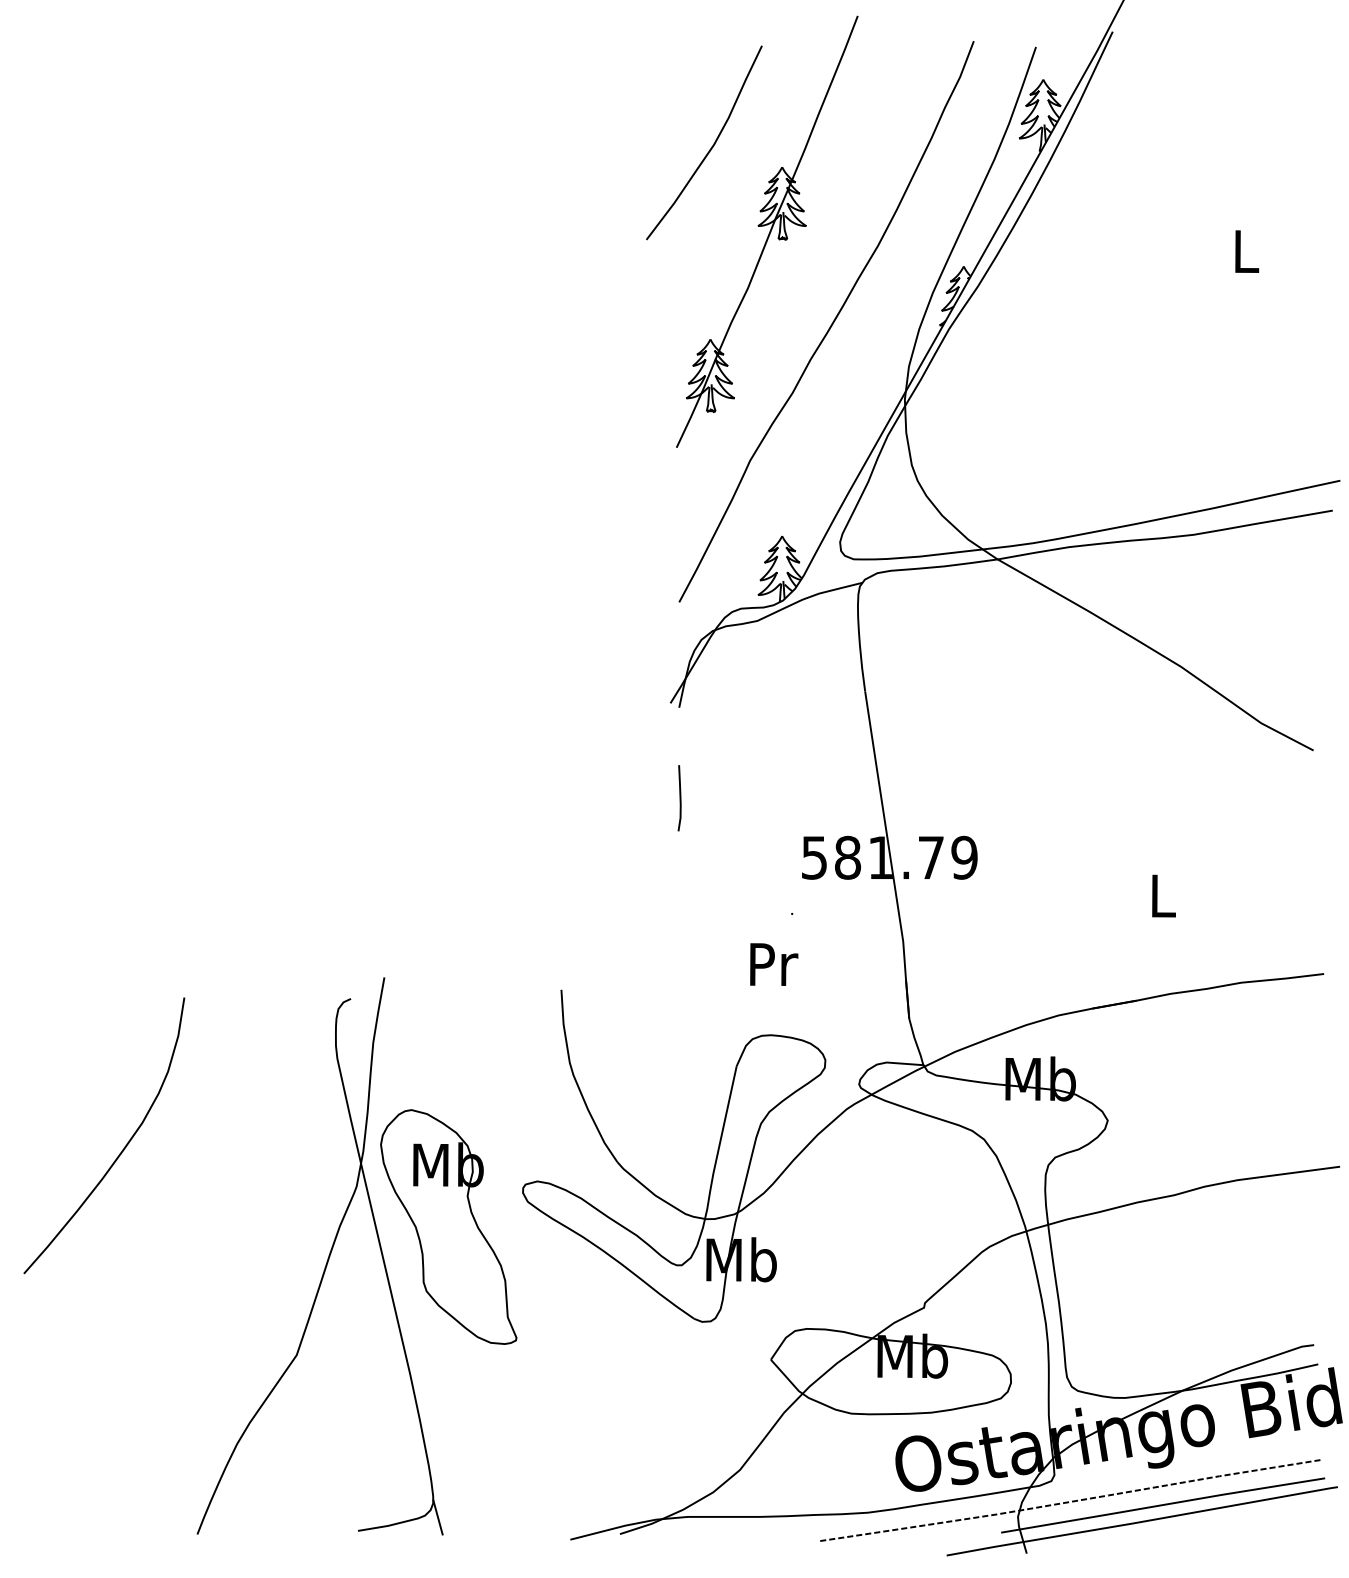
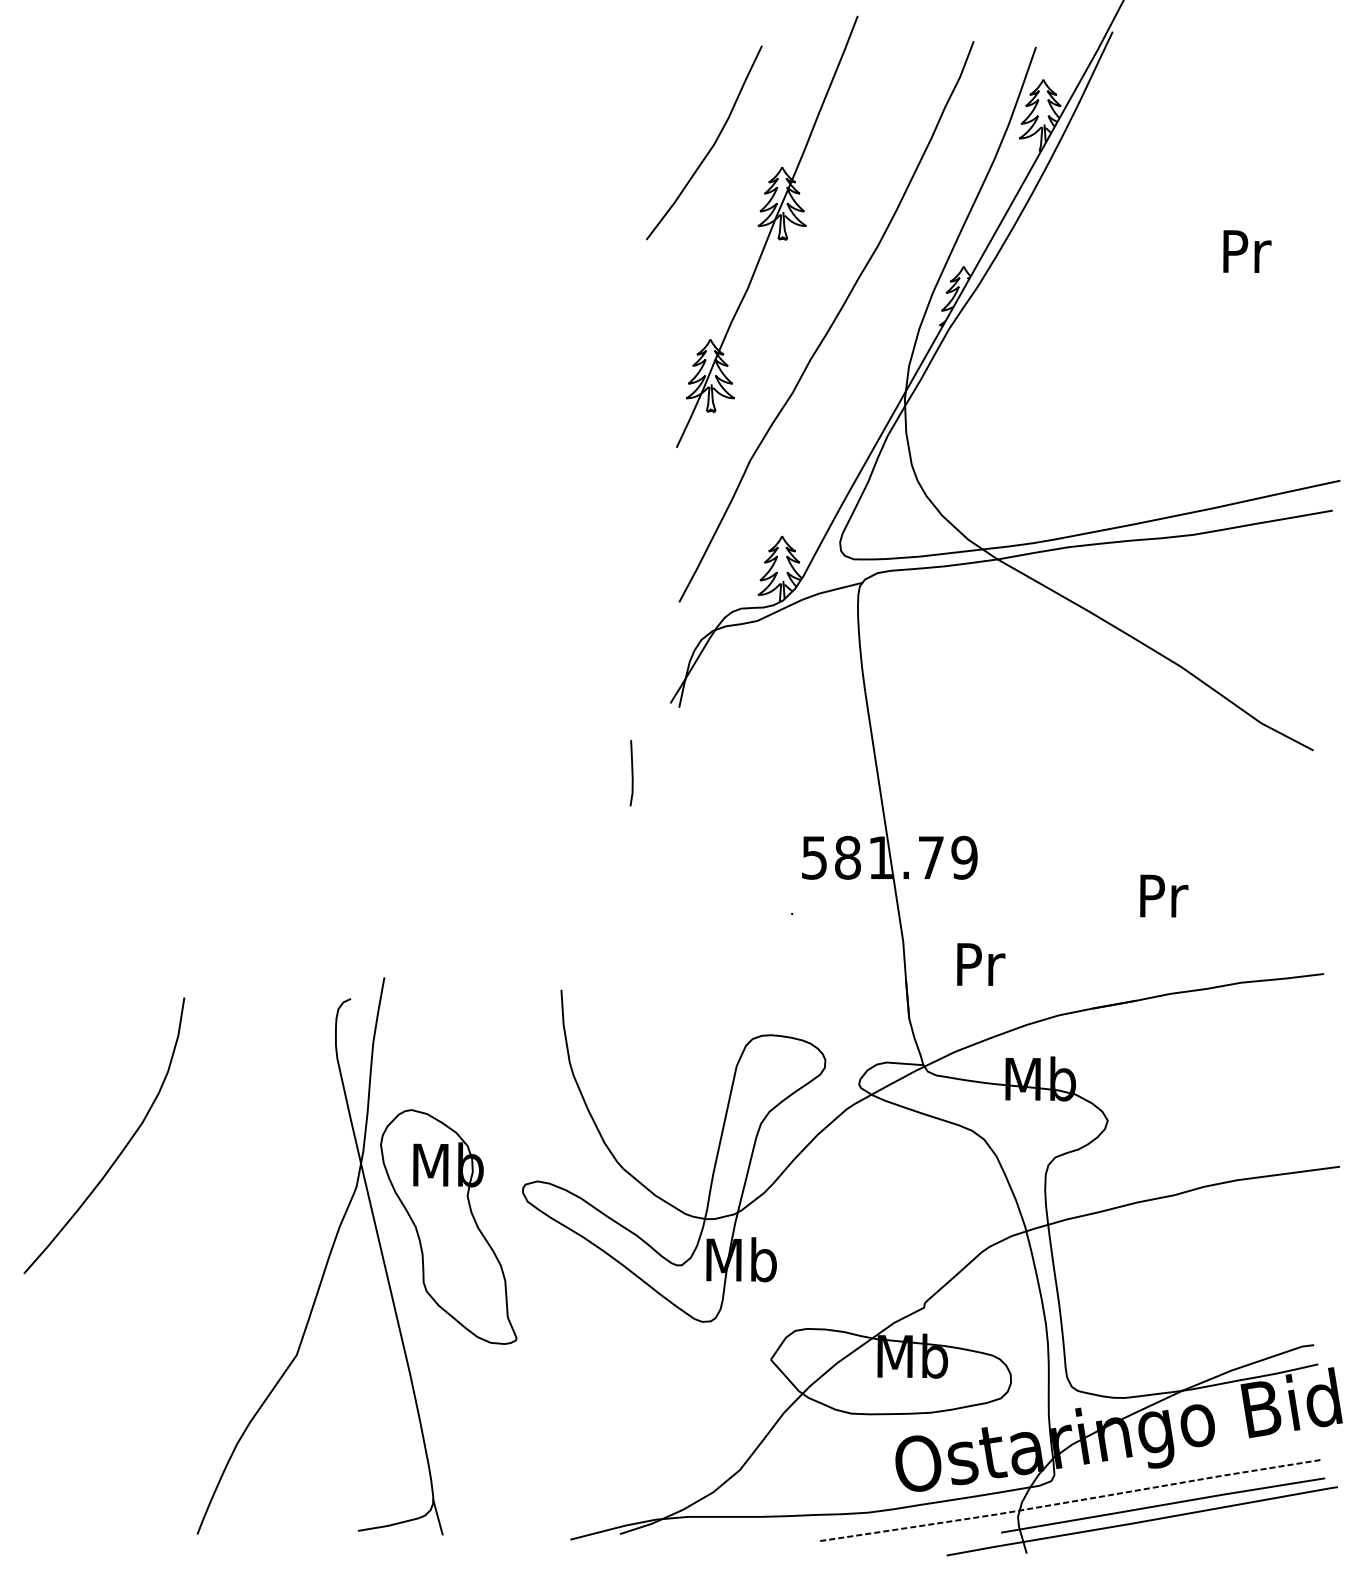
text at (1247, 251): L -> Pr
line at (679, 798) position: (679, 798) -> (631, 773)
text at (1164, 895): L -> Pr
text at (774, 964) position: (774, 964) -> (981, 964)
